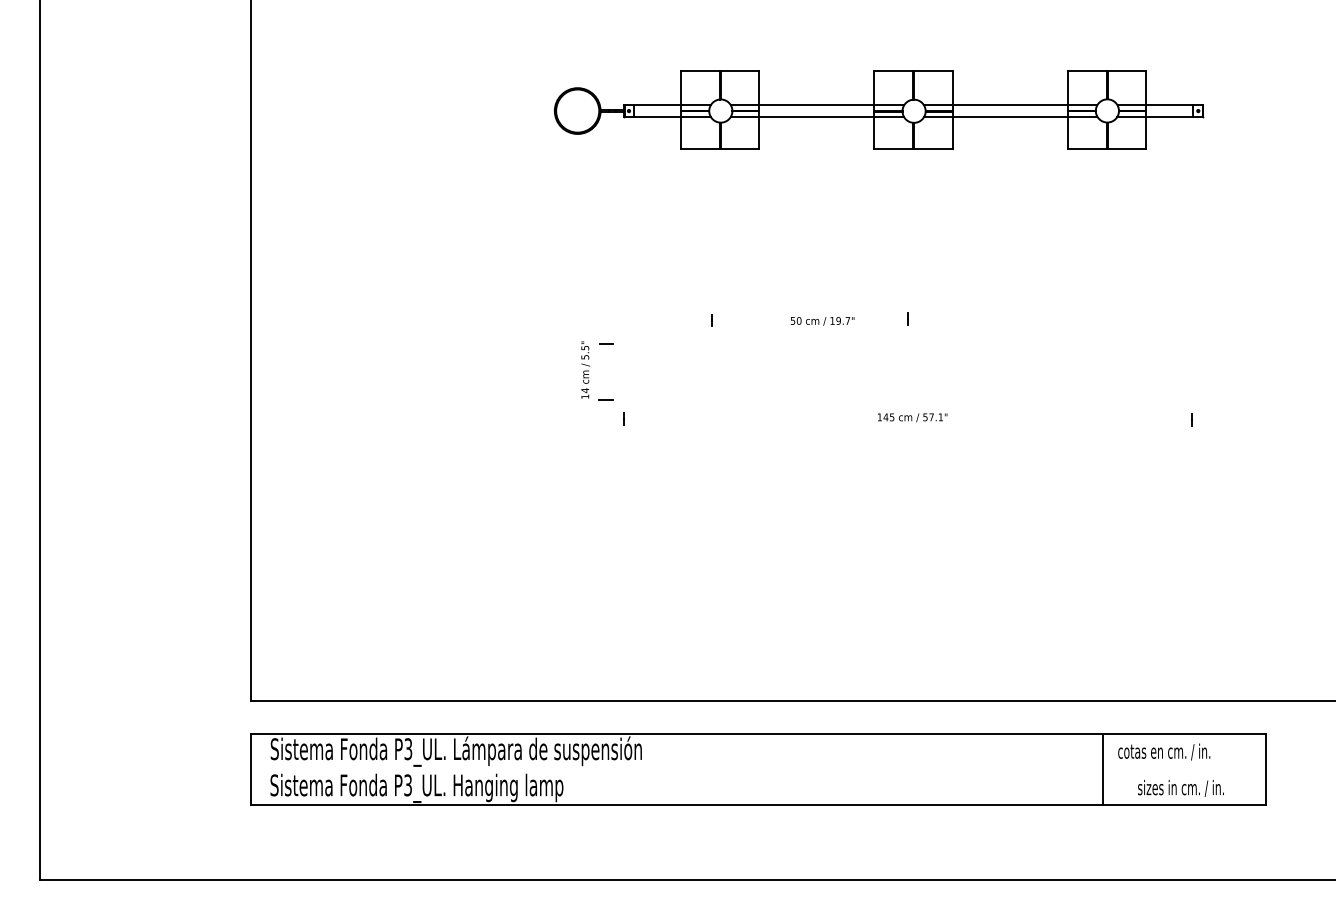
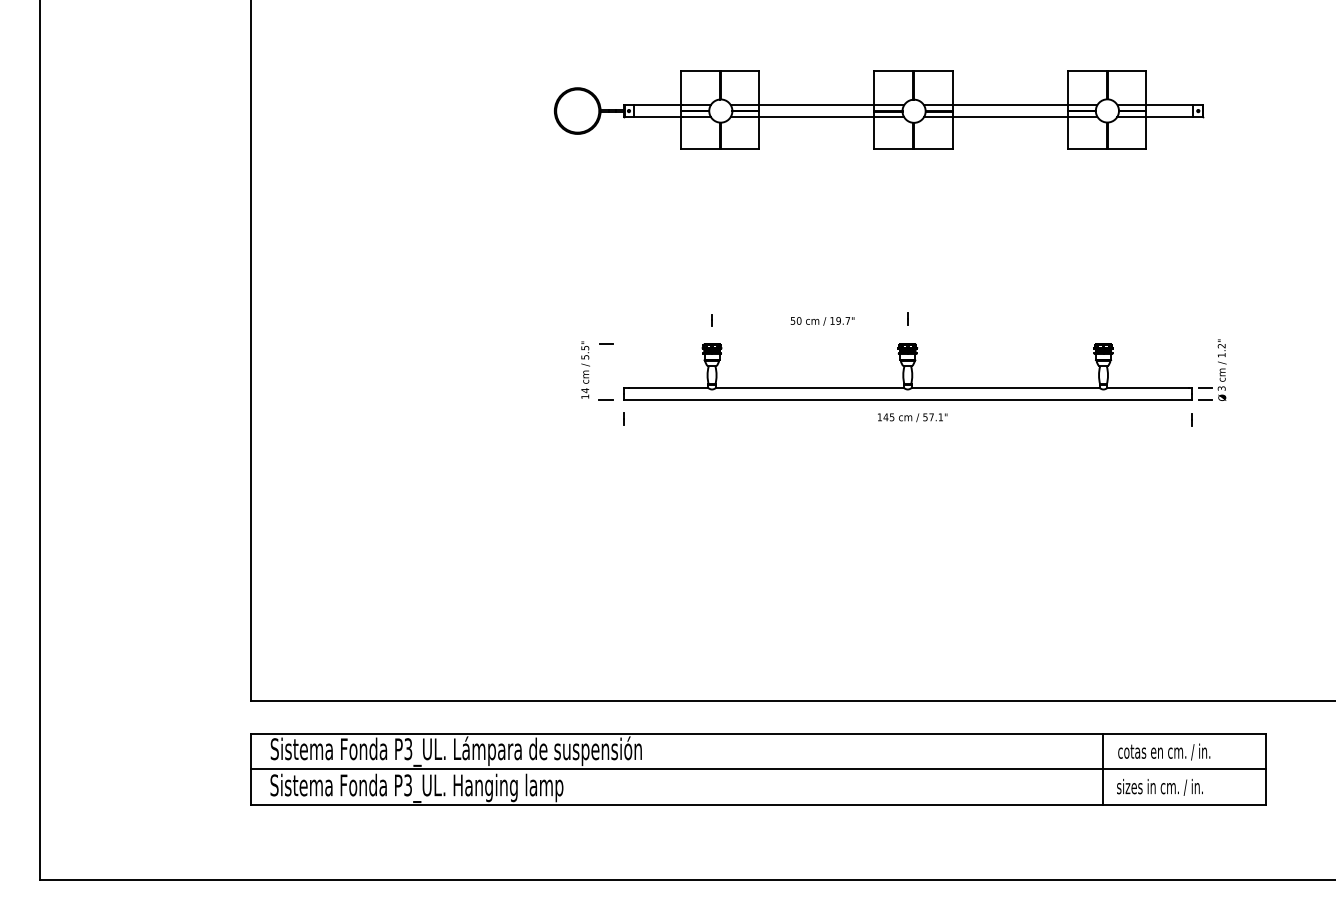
part at (914, 364): none -> present
line at (758, 769): none -> present
text at (1180, 788) position: (1180, 788) -> (1159, 787)
